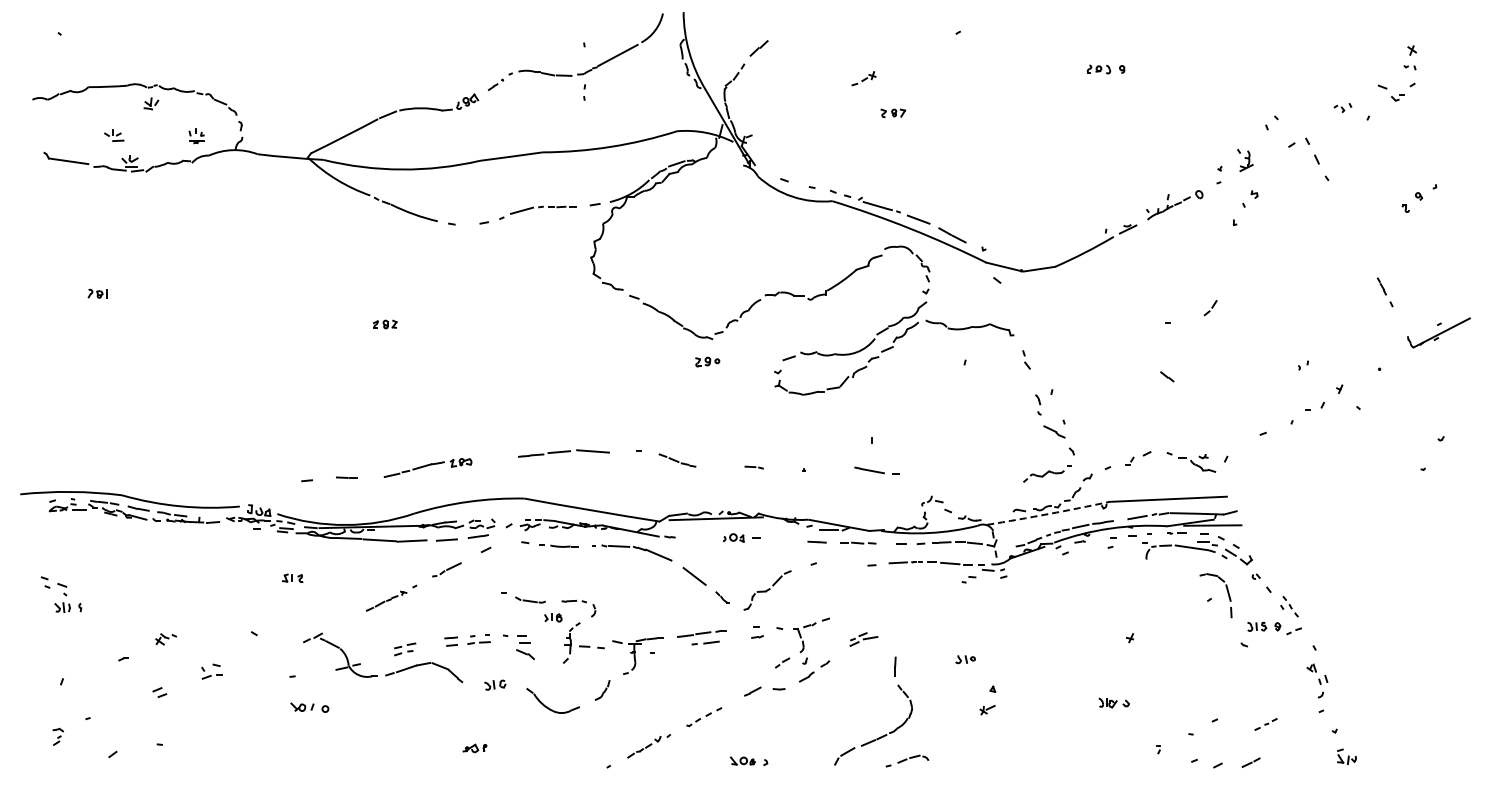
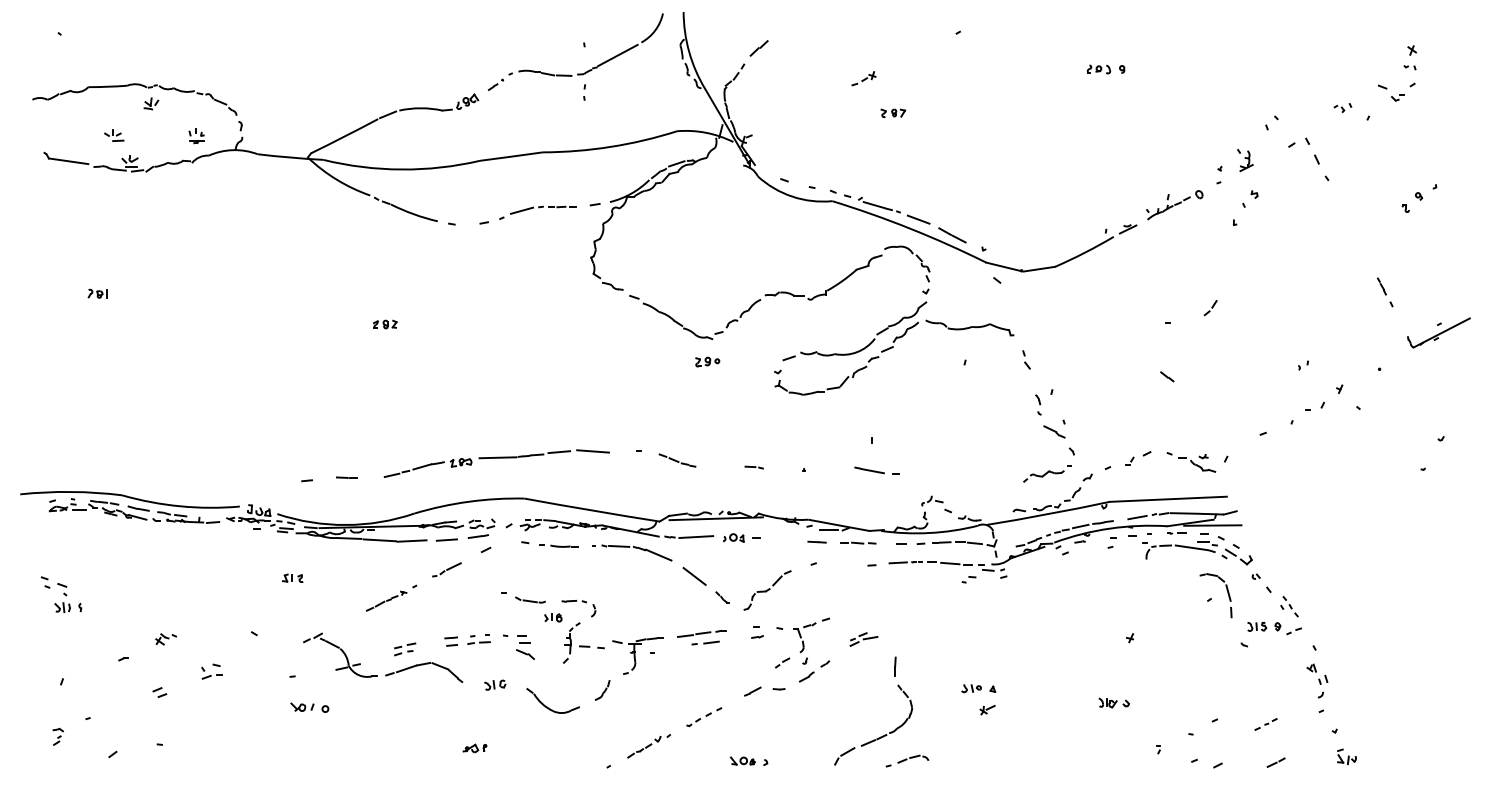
line at (497, 457): none -> present
arc at (1048, 514): dashed -> solid
line at (696, 536): none -> present
part at (965, 659) position: (965, 659) -> (971, 688)
line at (1250, 762) position: (1250, 762) -> (1275, 762)
